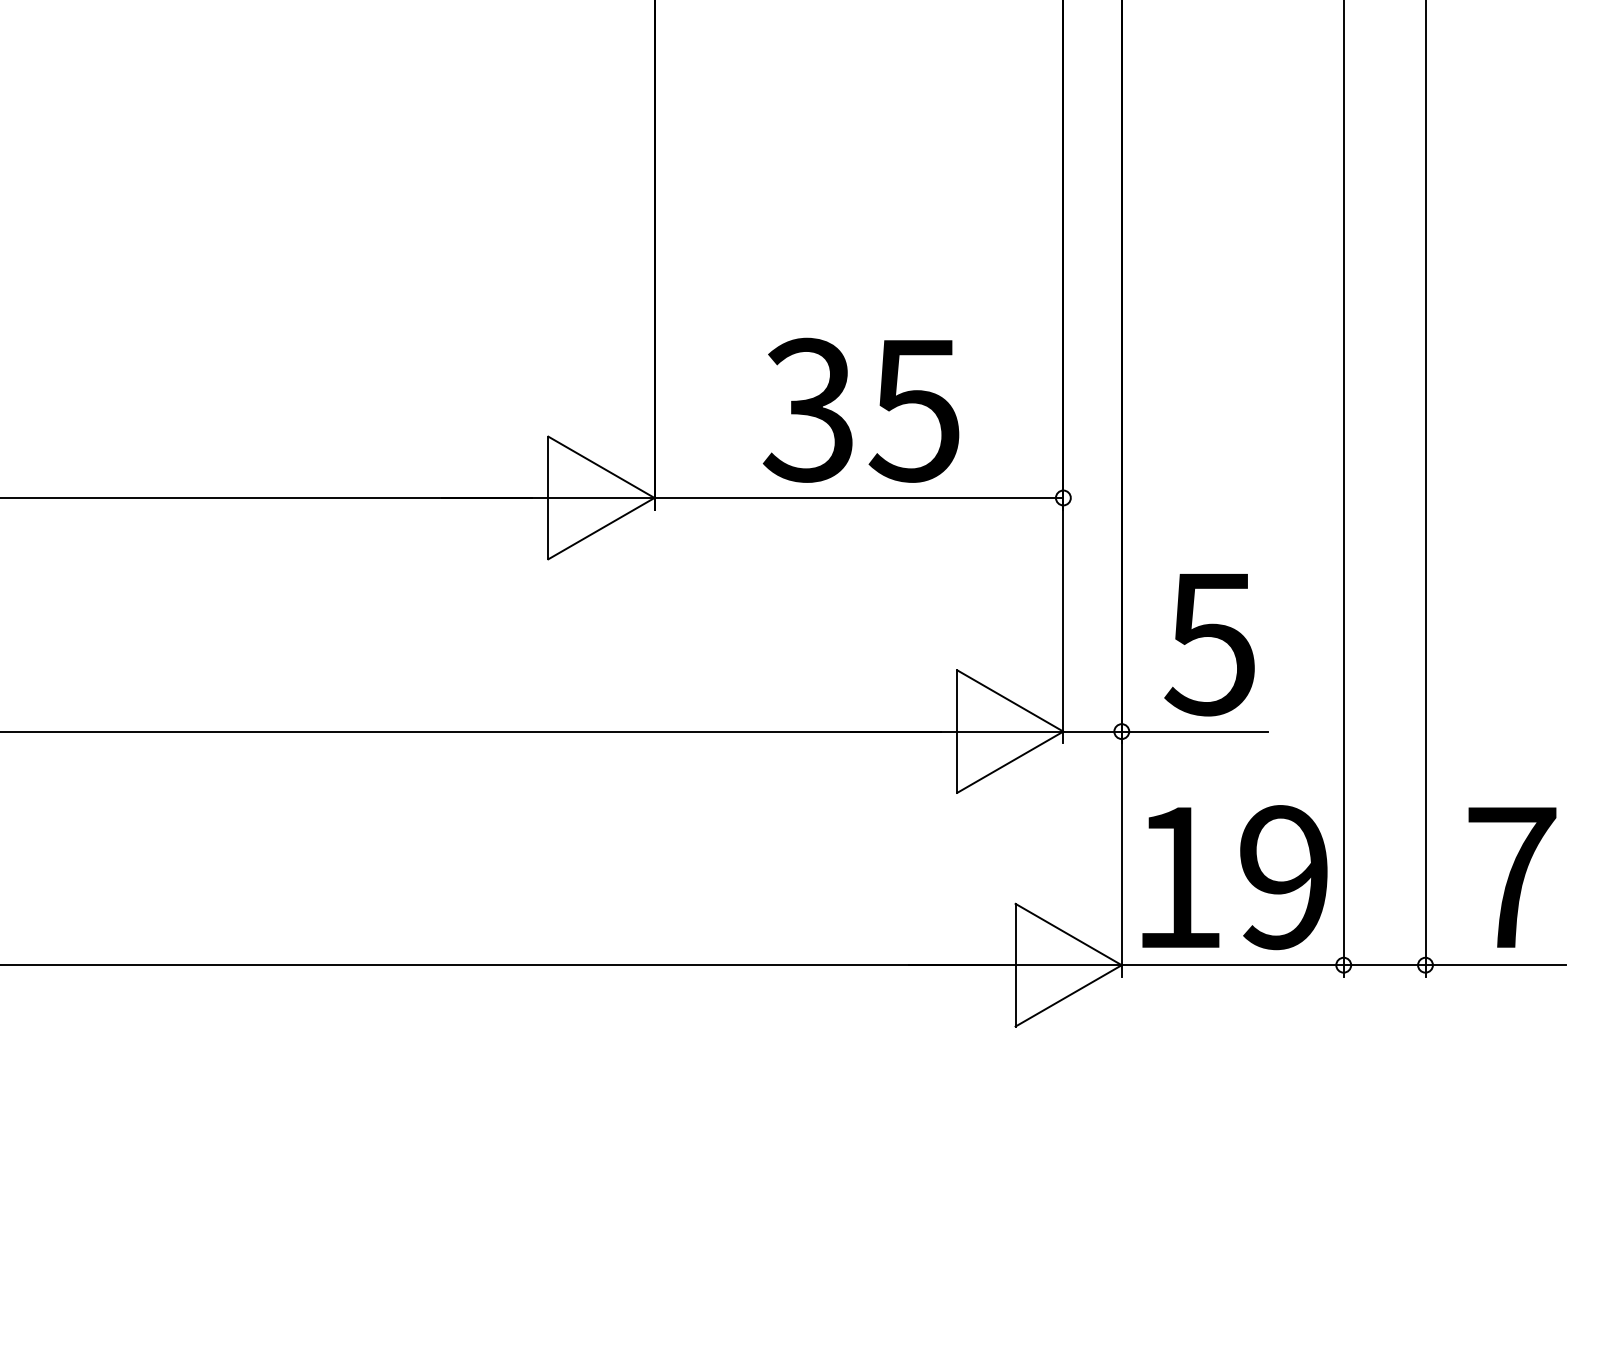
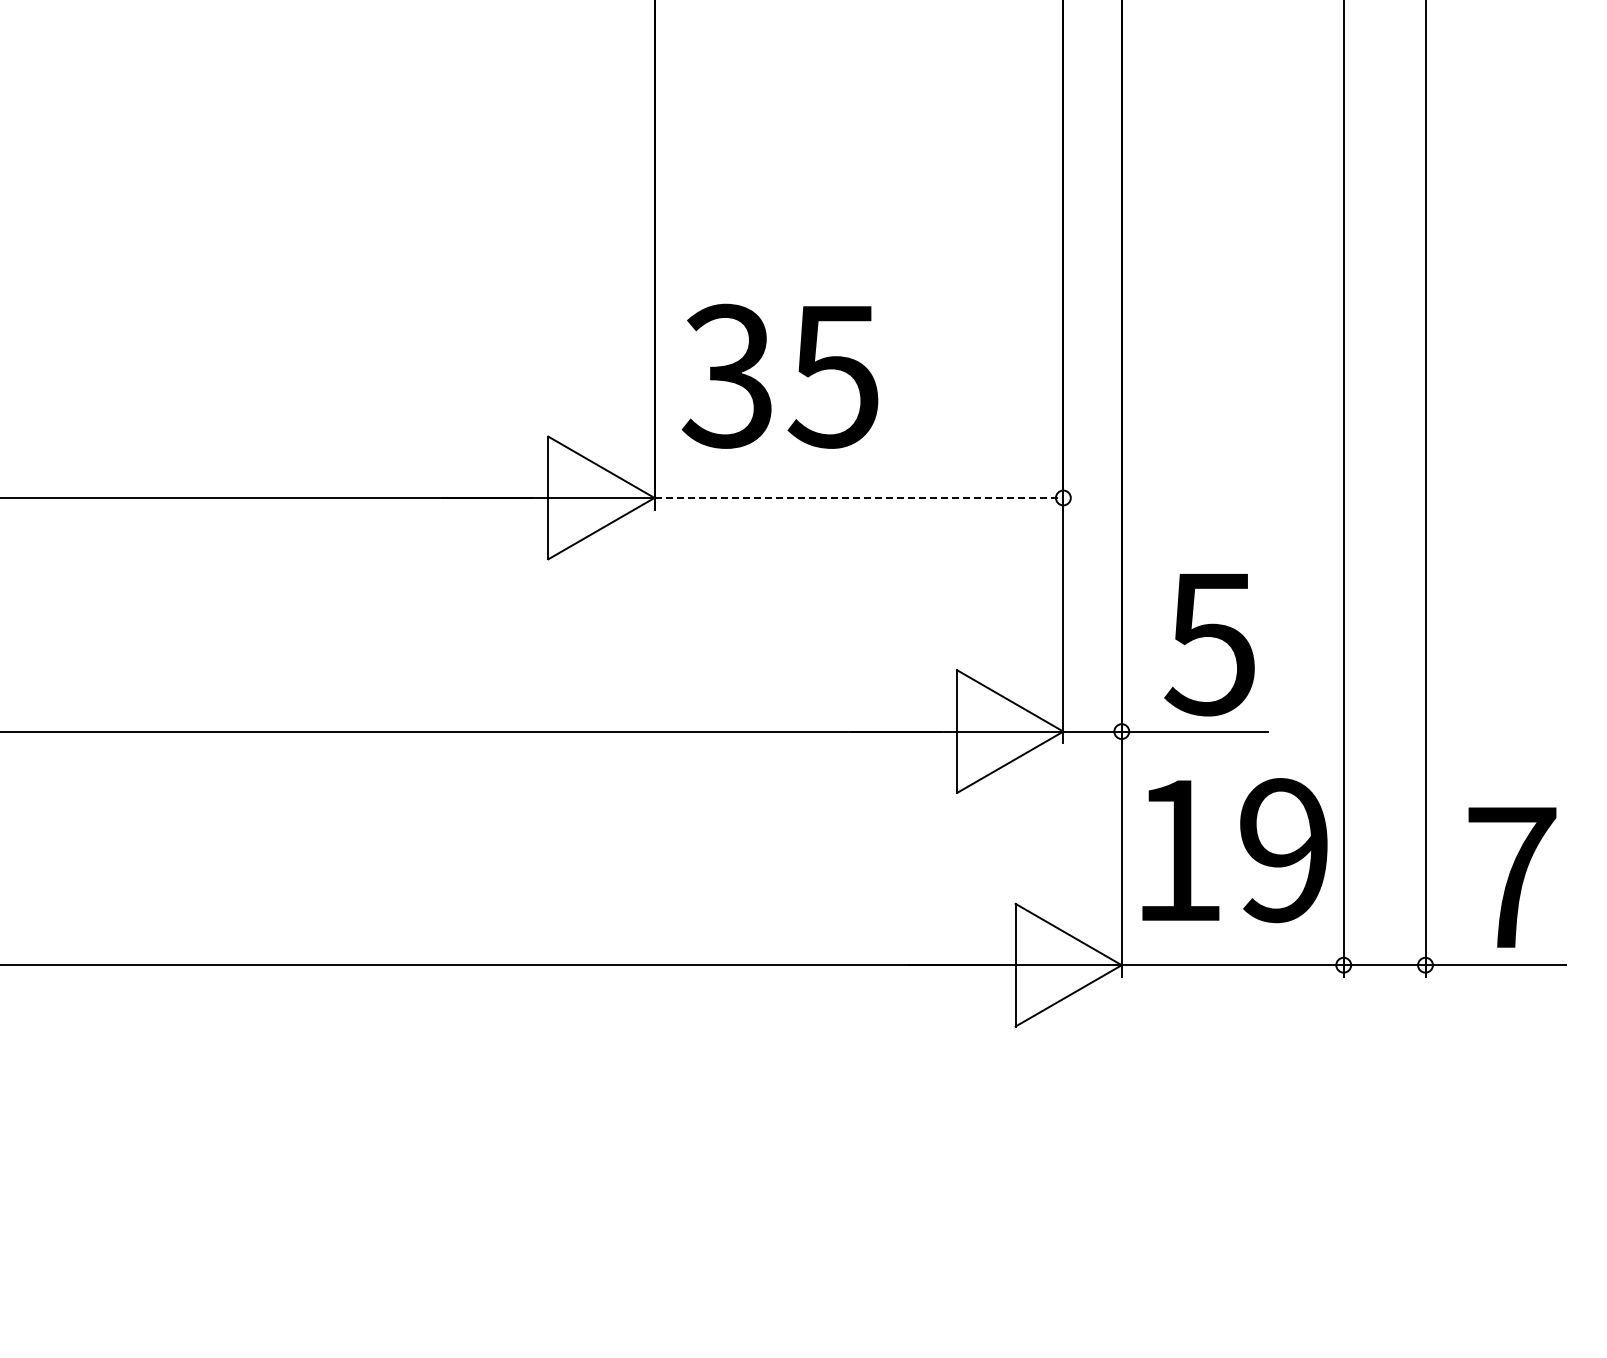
text at (860, 409) position: (860, 409) -> (779, 375)
line at (859, 497): solid -> dashed
text at (1234, 877) position: (1234, 877) -> (1234, 850)
